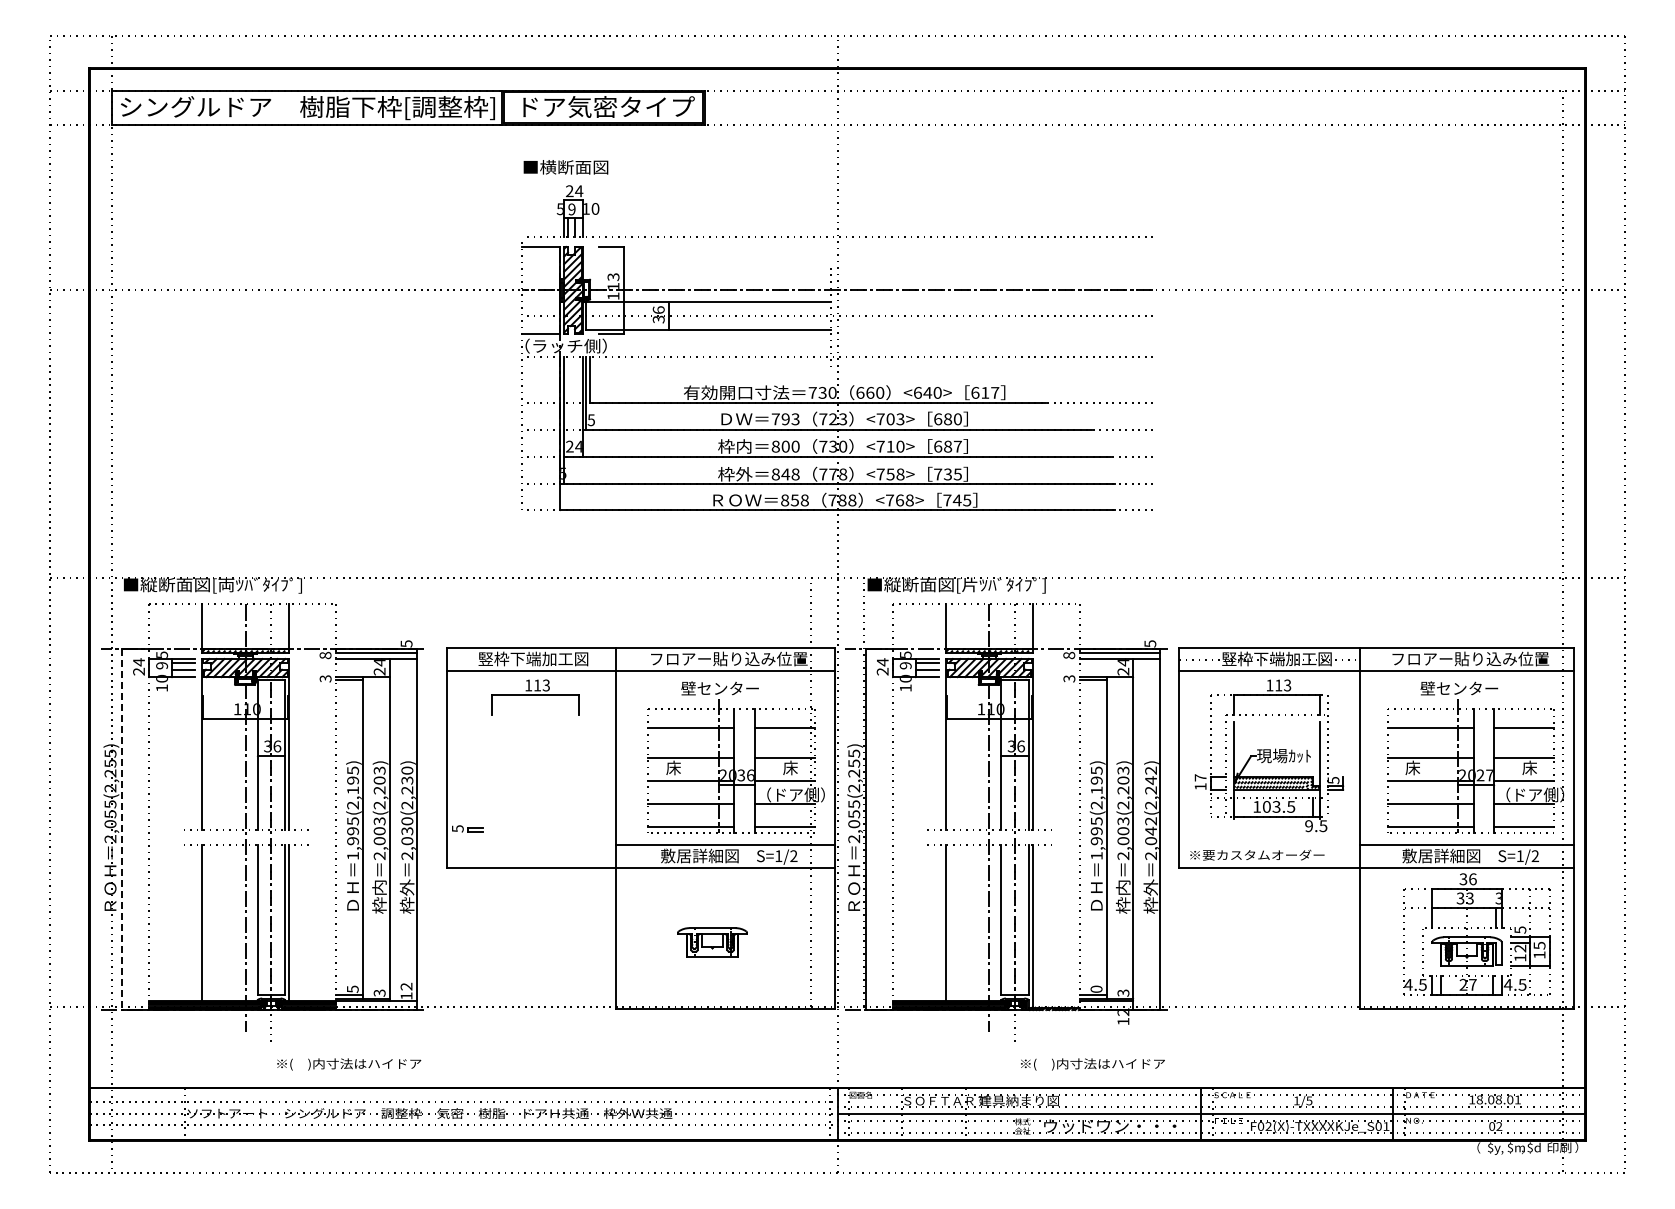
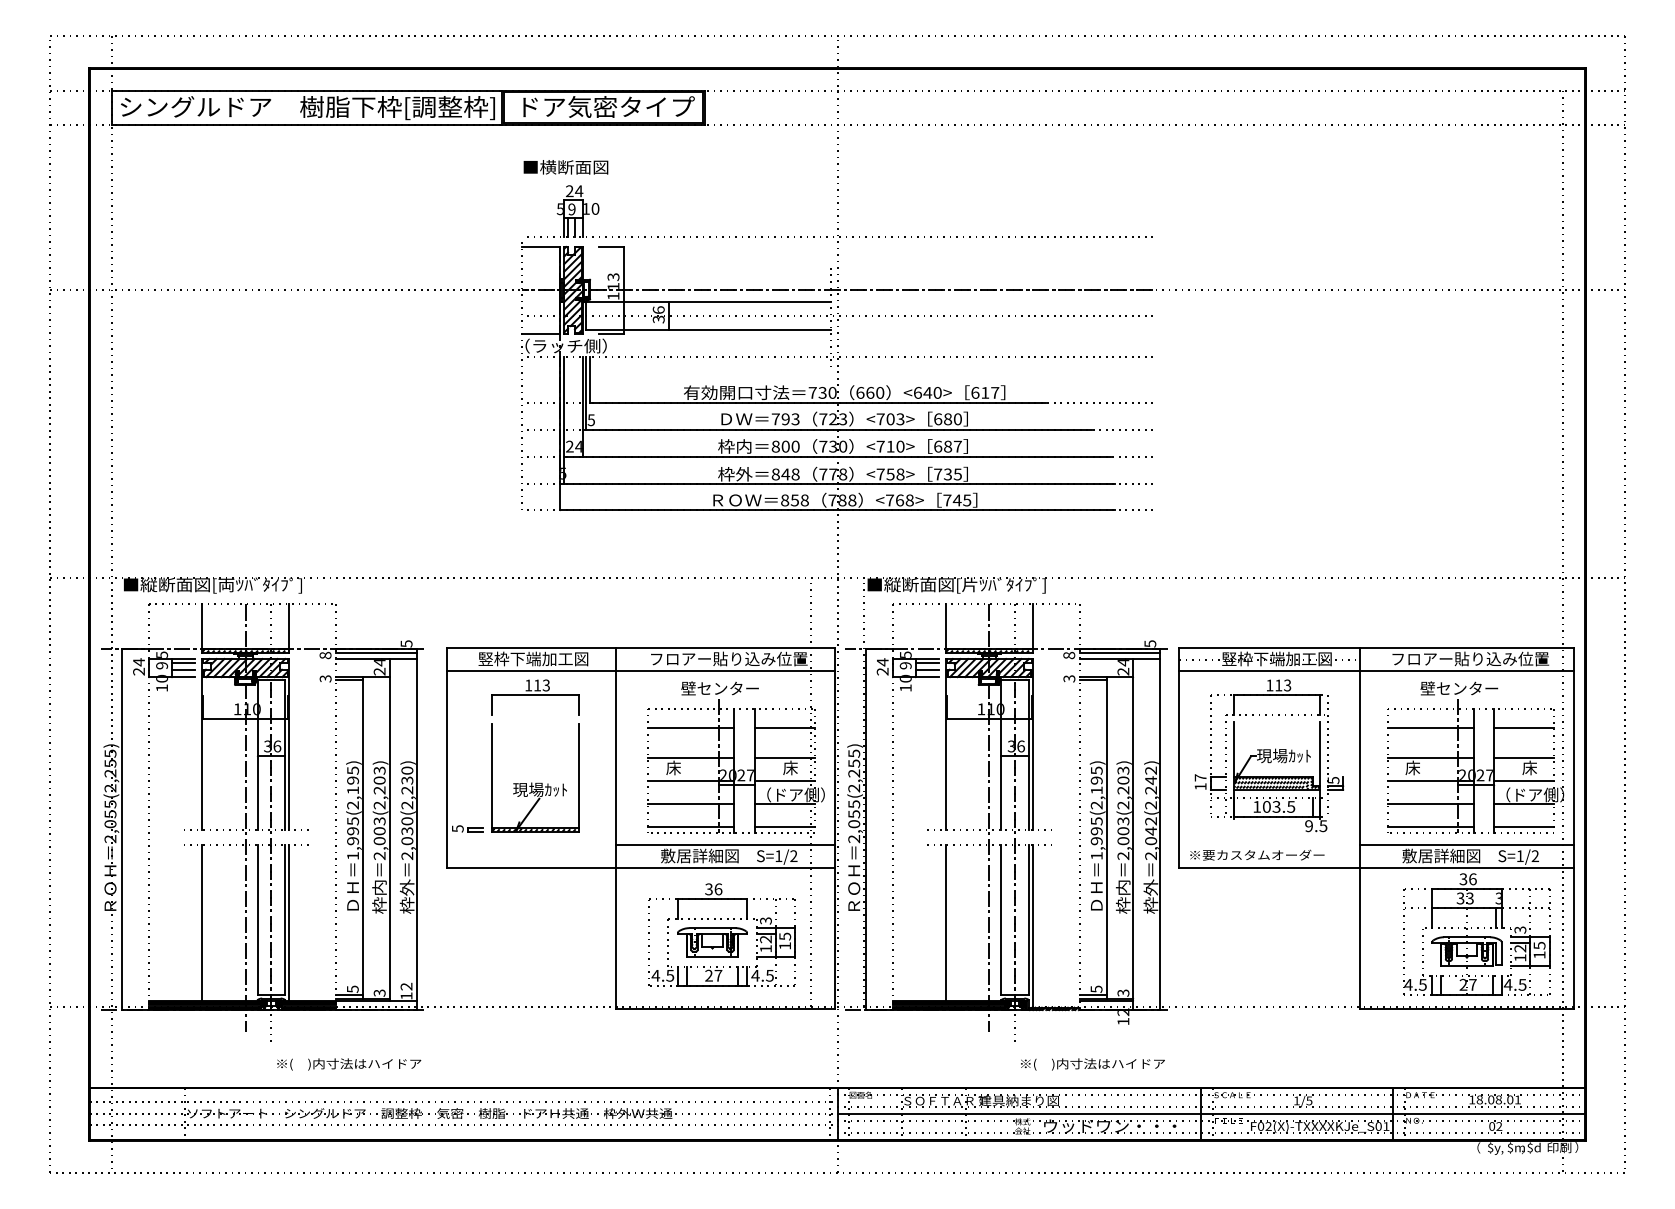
text at (745, 775): 36 -> 27
part at (535, 777): none -> present
line at (122, 830): dashed -> solid
part at (721, 919): none -> present
text at (1519, 929): 5 -> 3
text at (1096, 988): 0 -> 5
